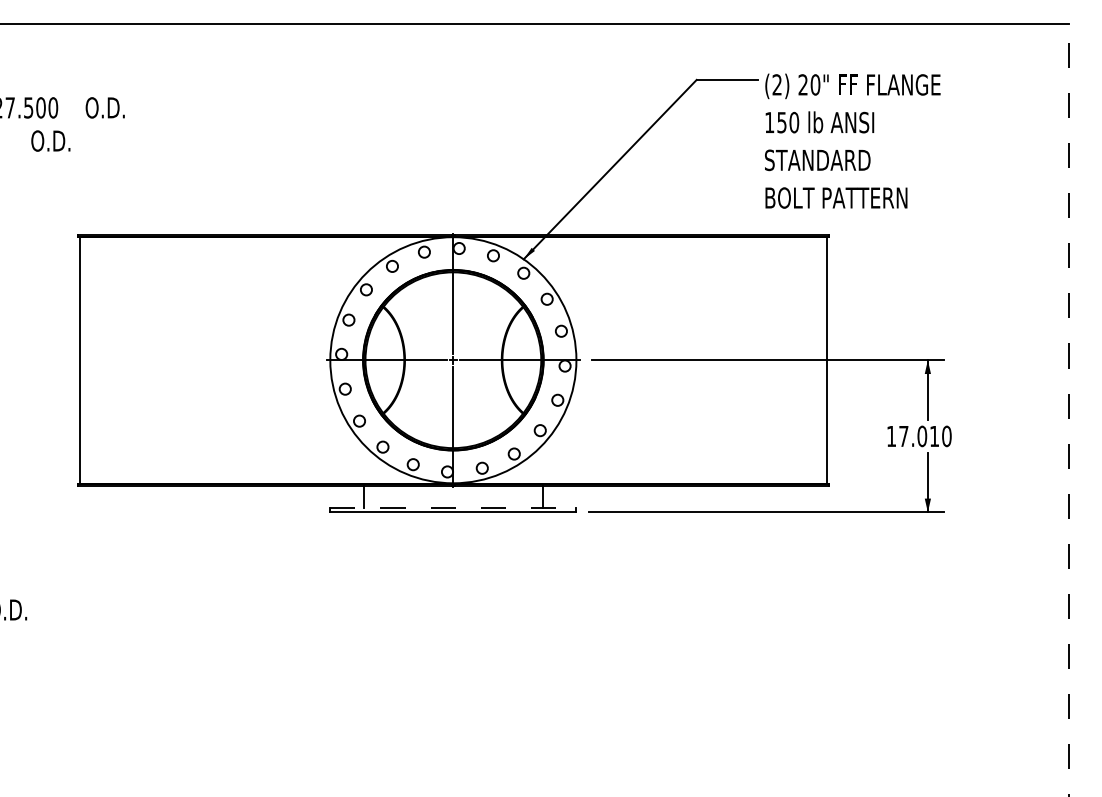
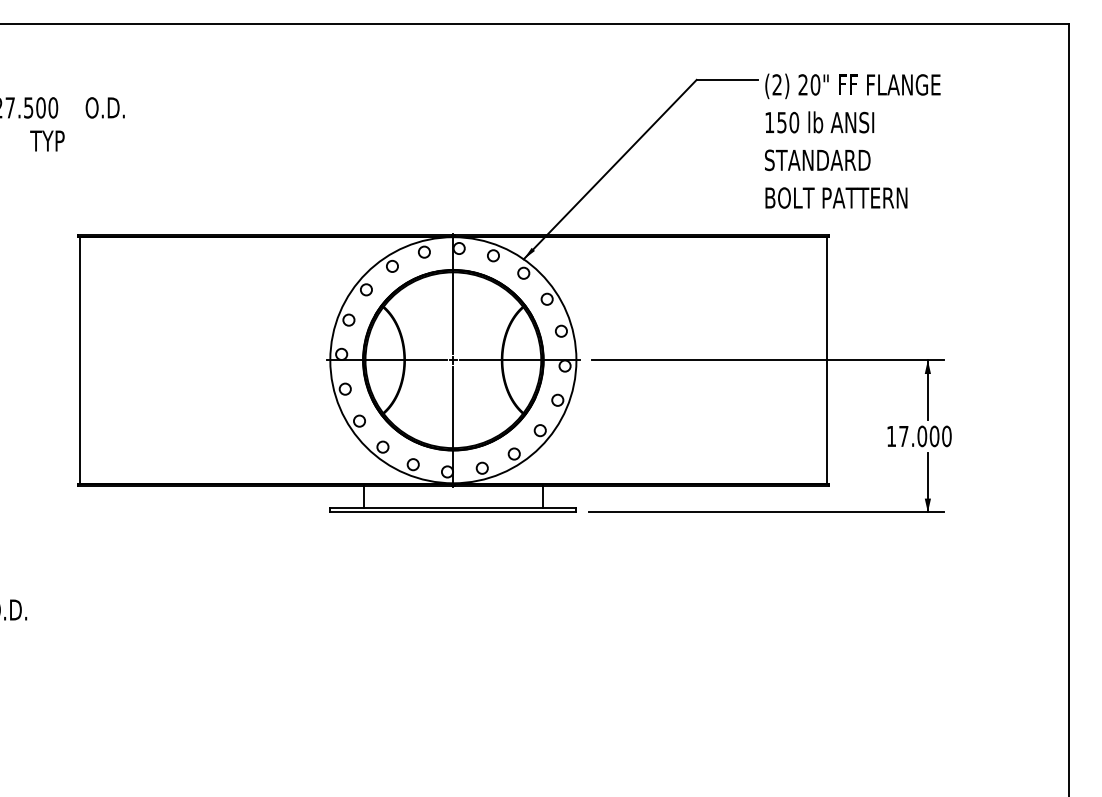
text at (50, 140): O.D. -> TYP
line at (1068, 409): dashed -> solid
text at (934, 436): 17.010 -> 17.000
line at (453, 507): dashed -> solid
